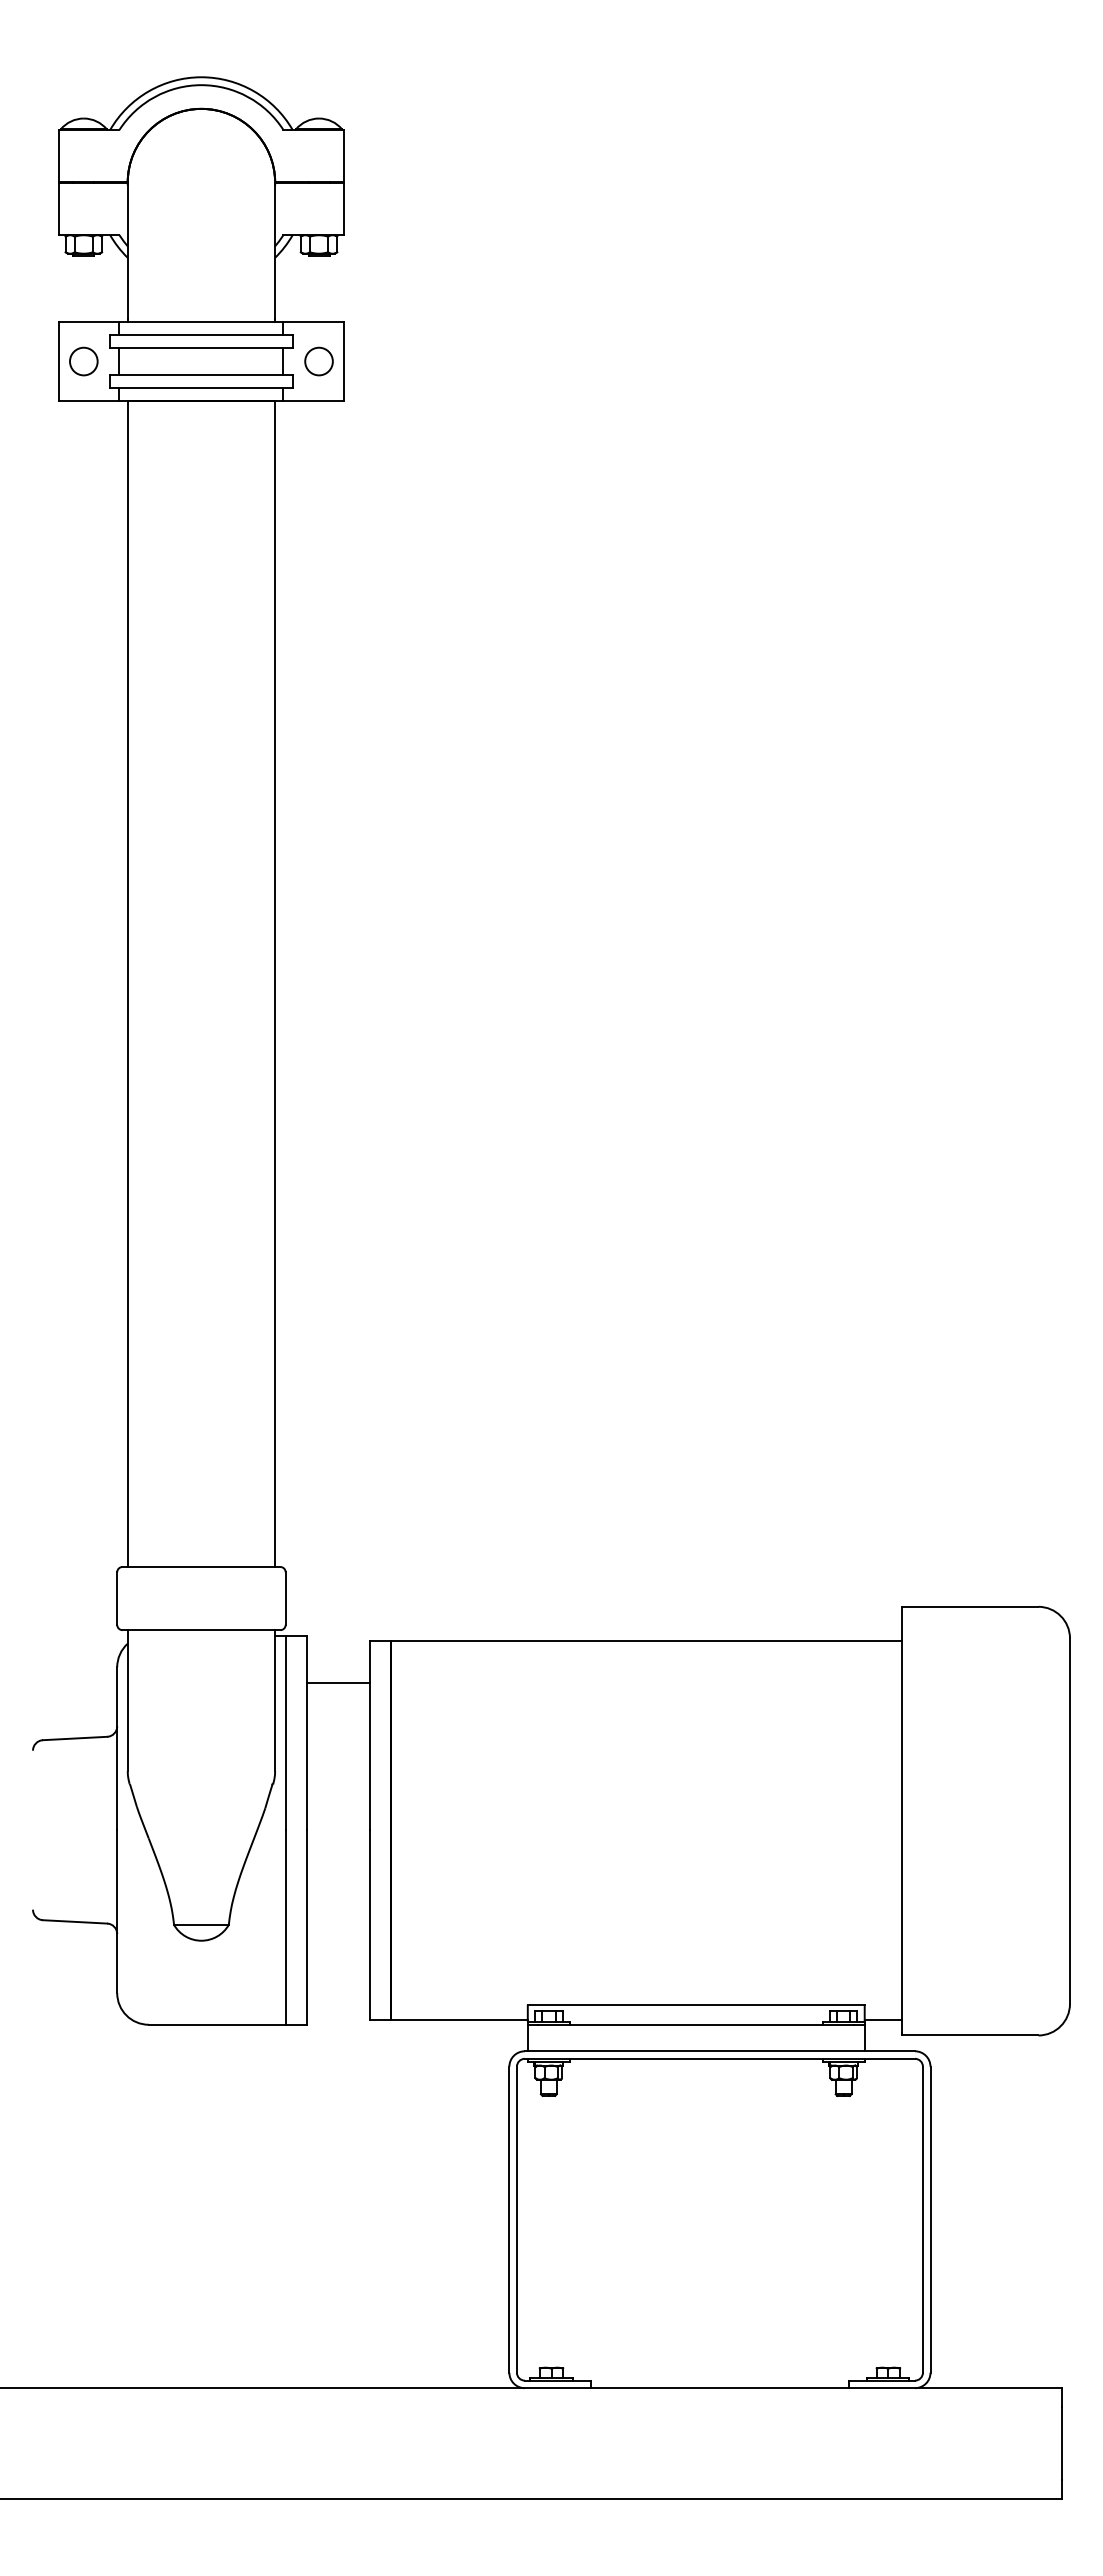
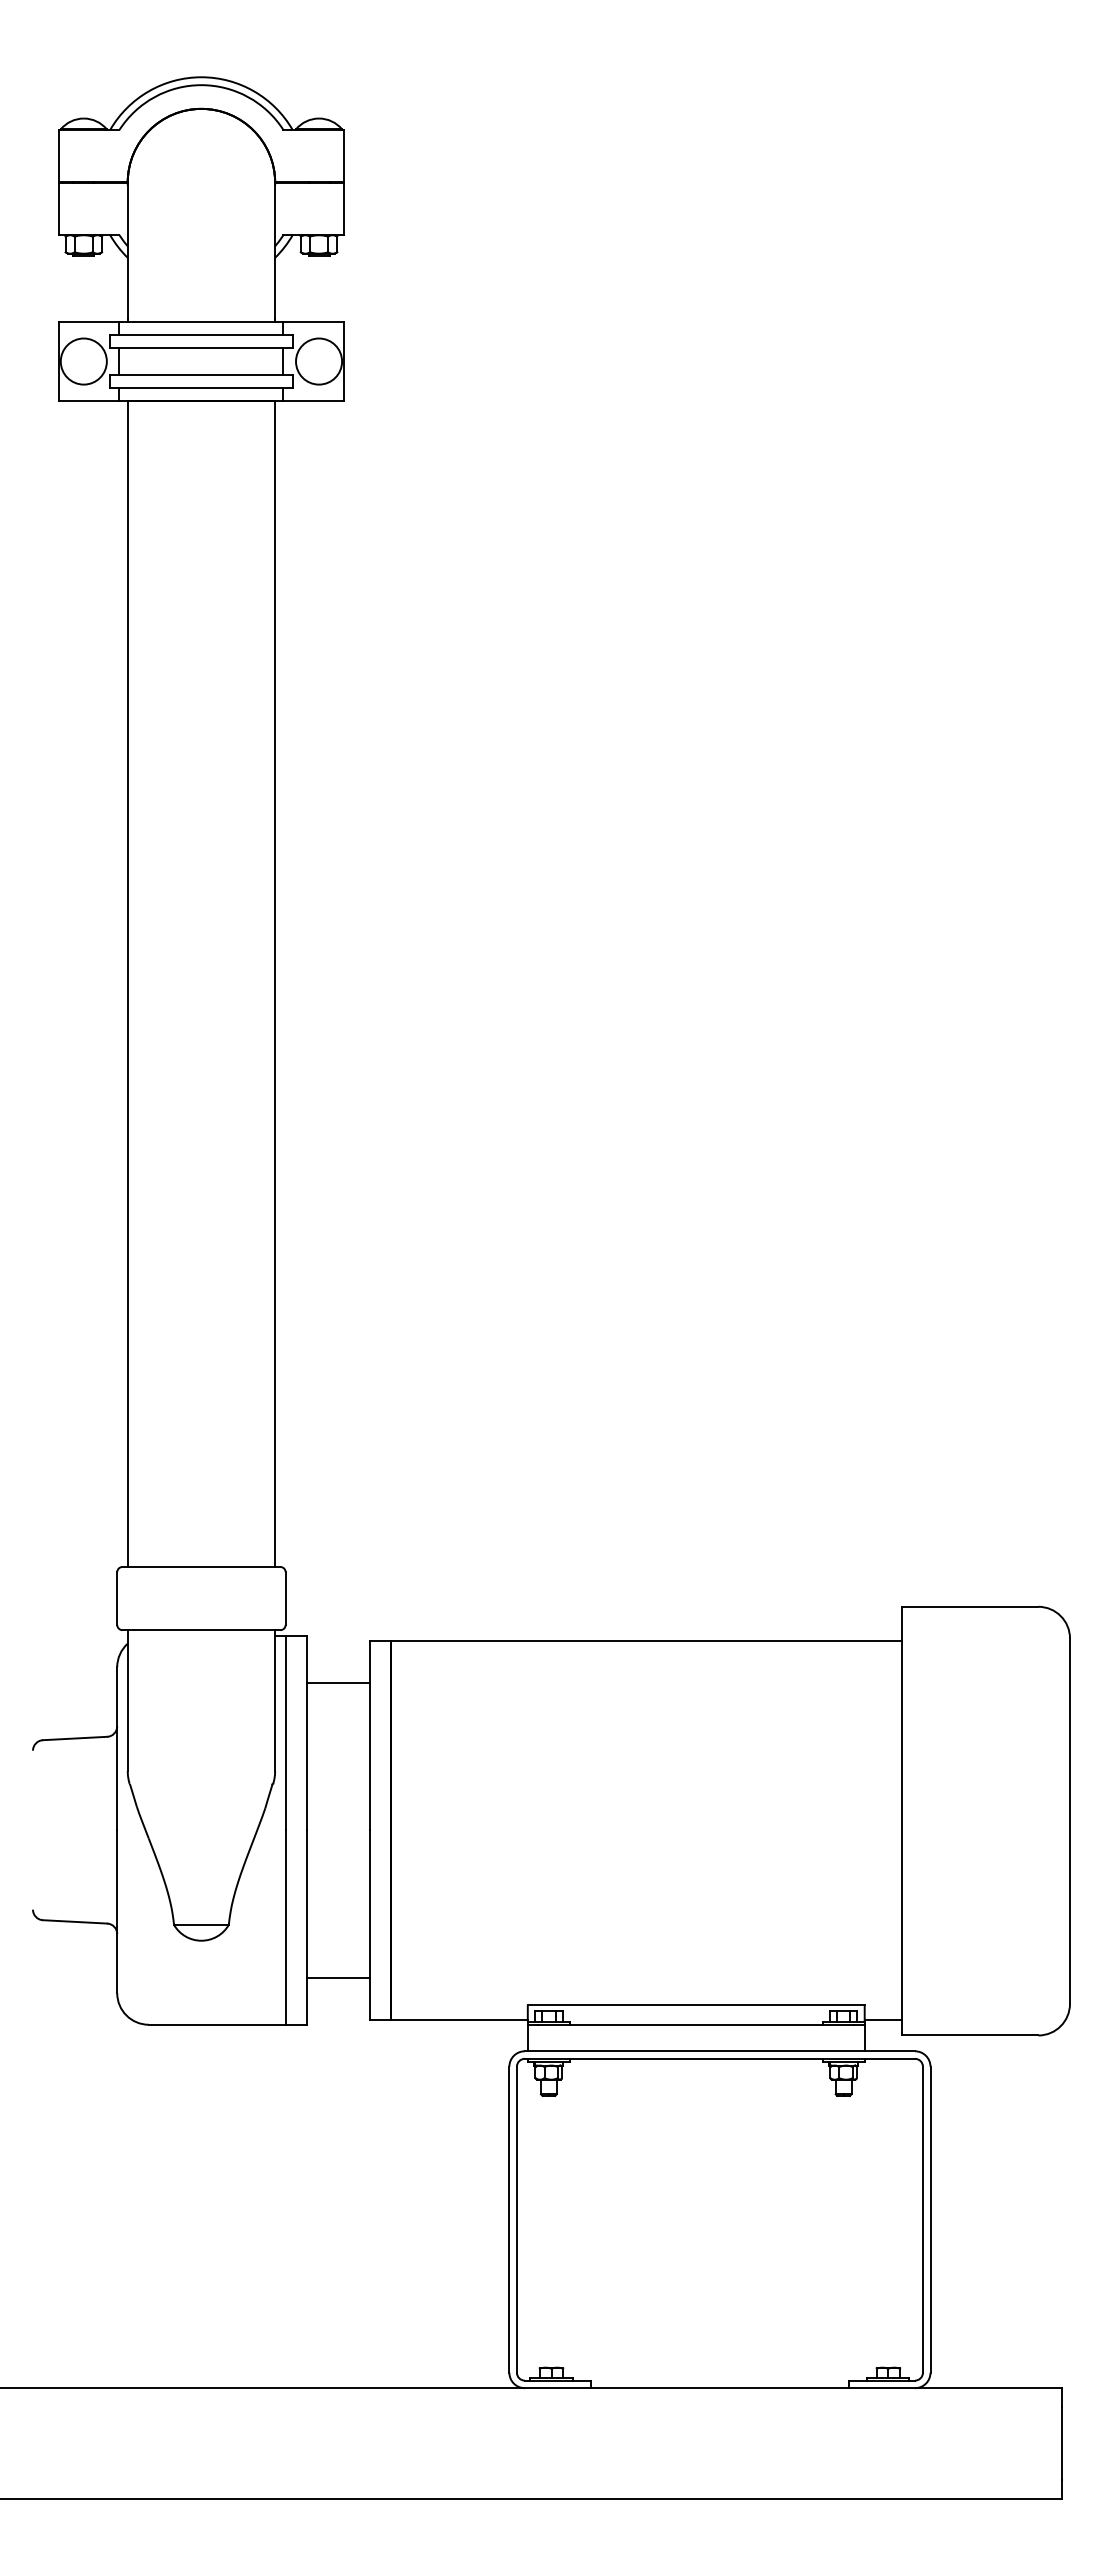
circle at (83, 361) diameter: 28 px -> 46 px
circle at (318, 361) diameter: 28 px -> 46 px
line at (337, 1977): none -> present
